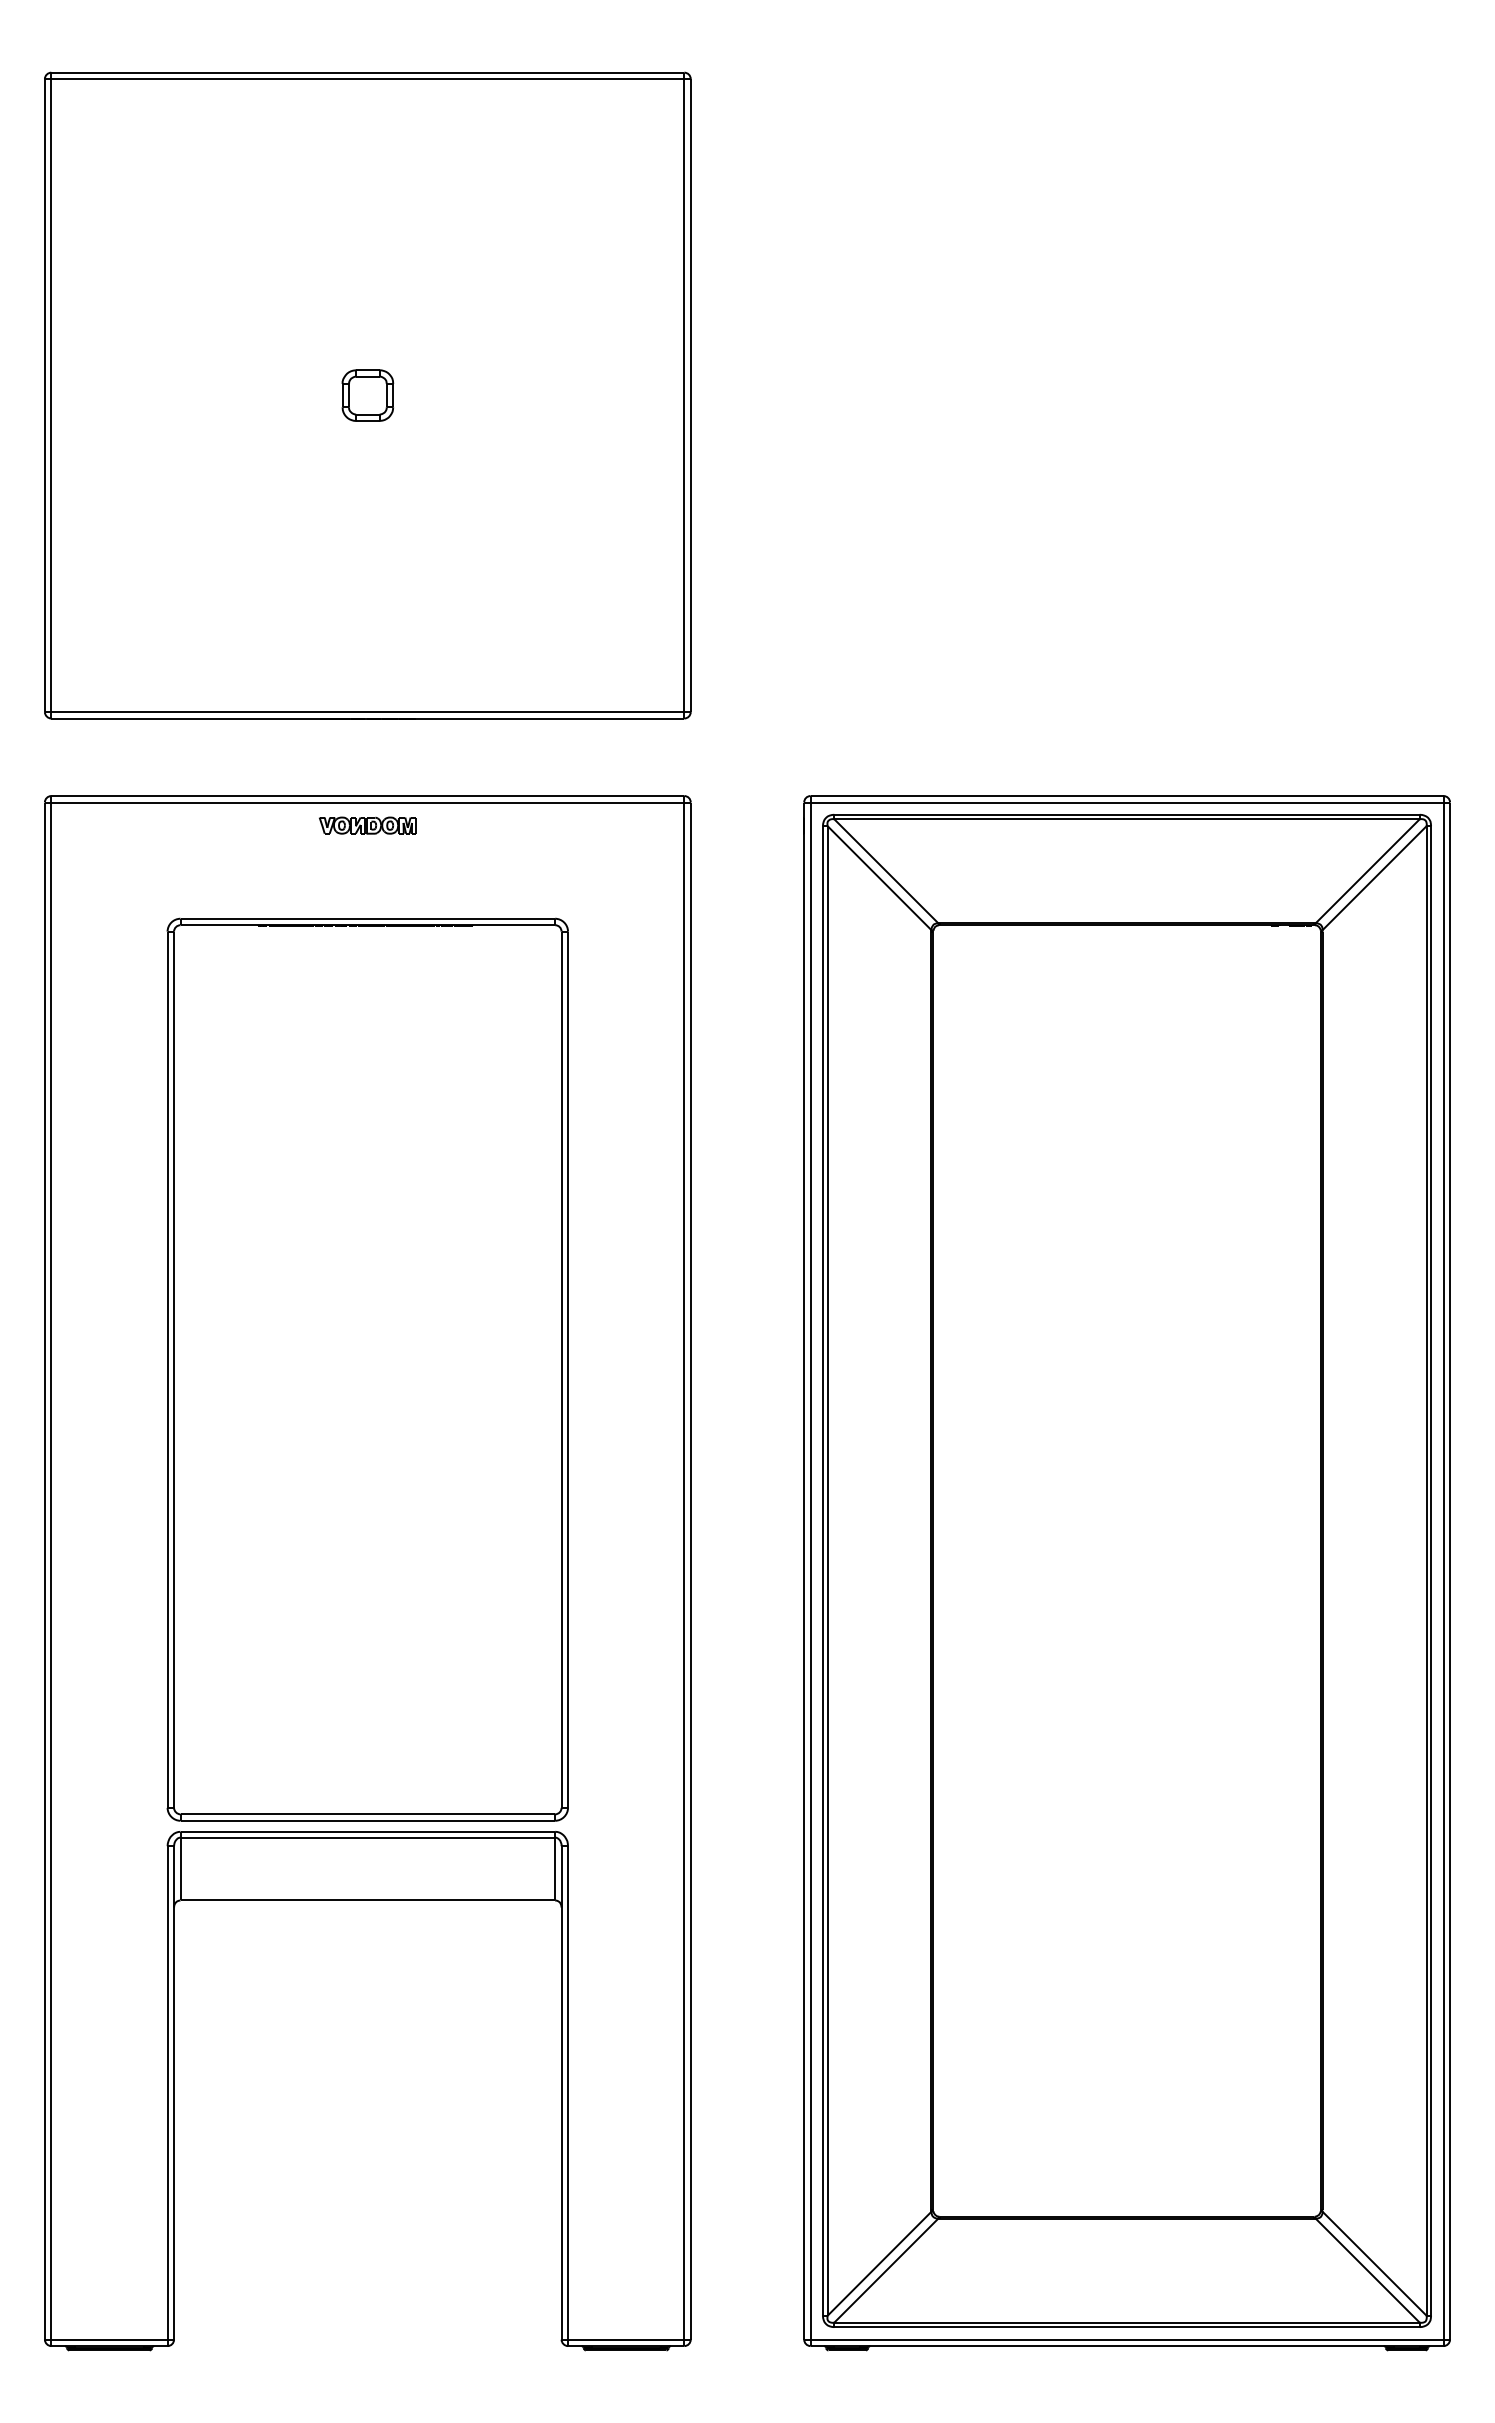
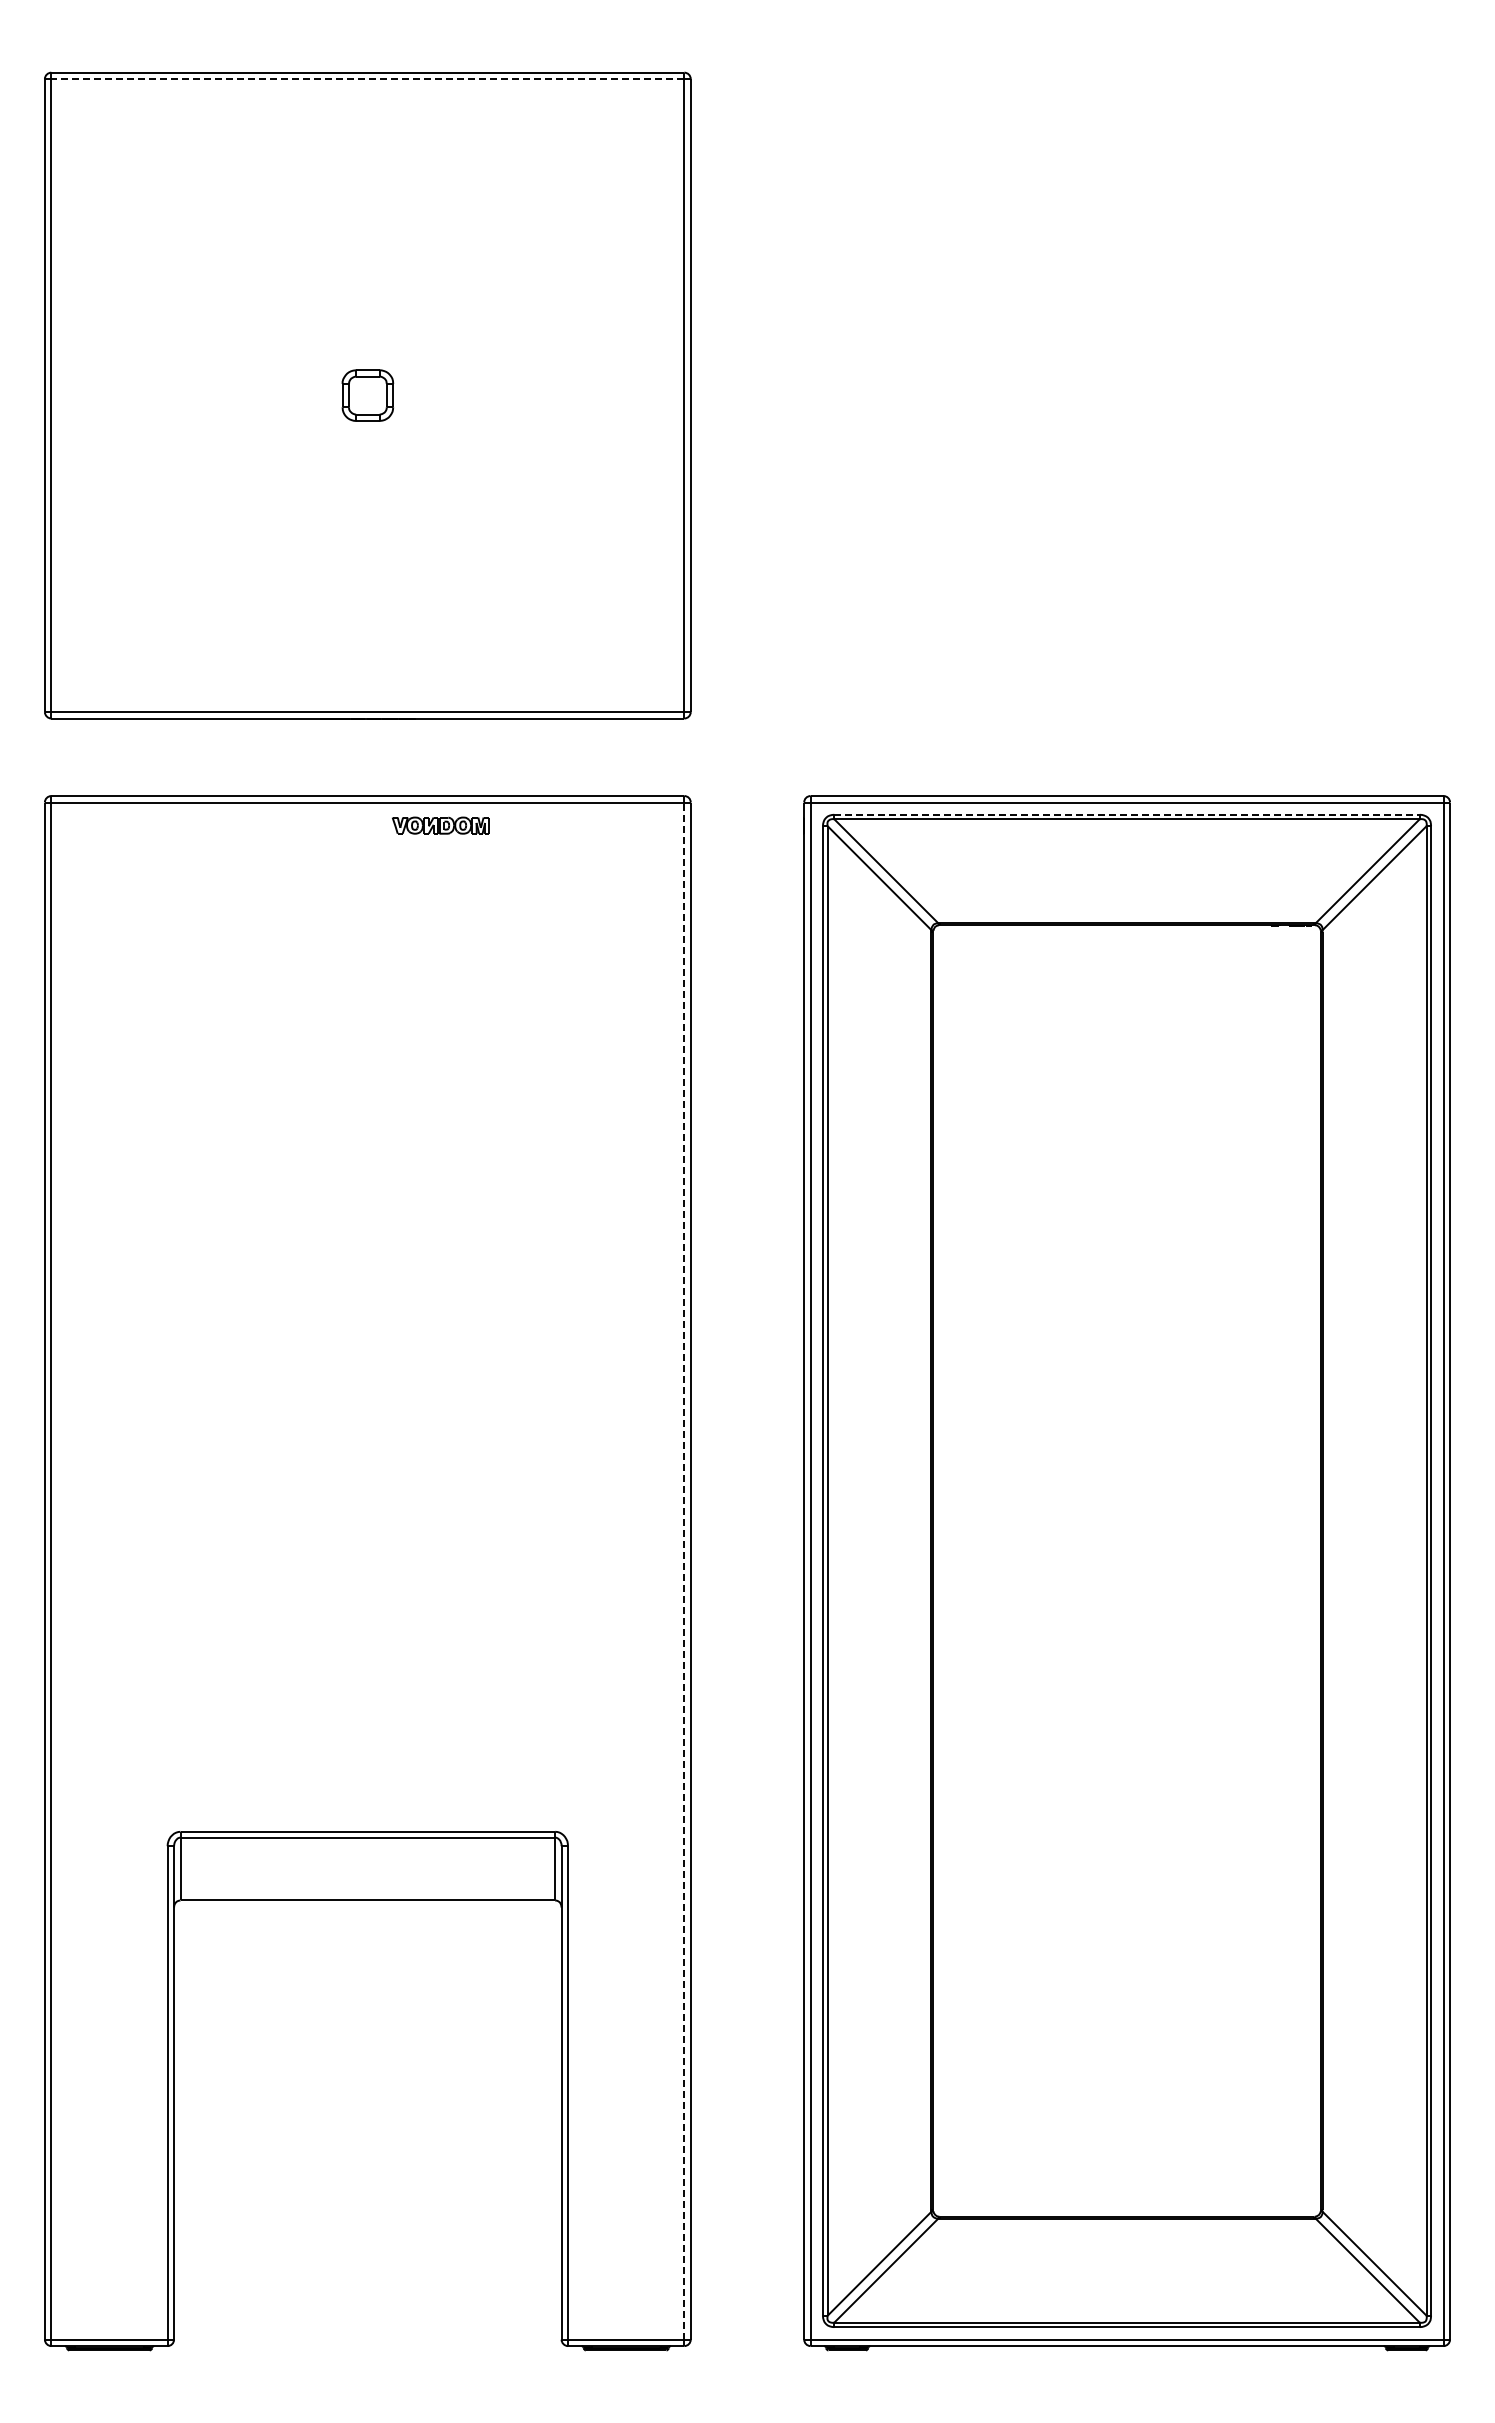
line at (367, 79): solid -> dashed
line at (1127, 814): solid -> dashed
part at (367, 825) position: (367, 825) -> (440, 825)
part at (367, 1369): present -> none
line at (684, 1571): solid -> dashed
